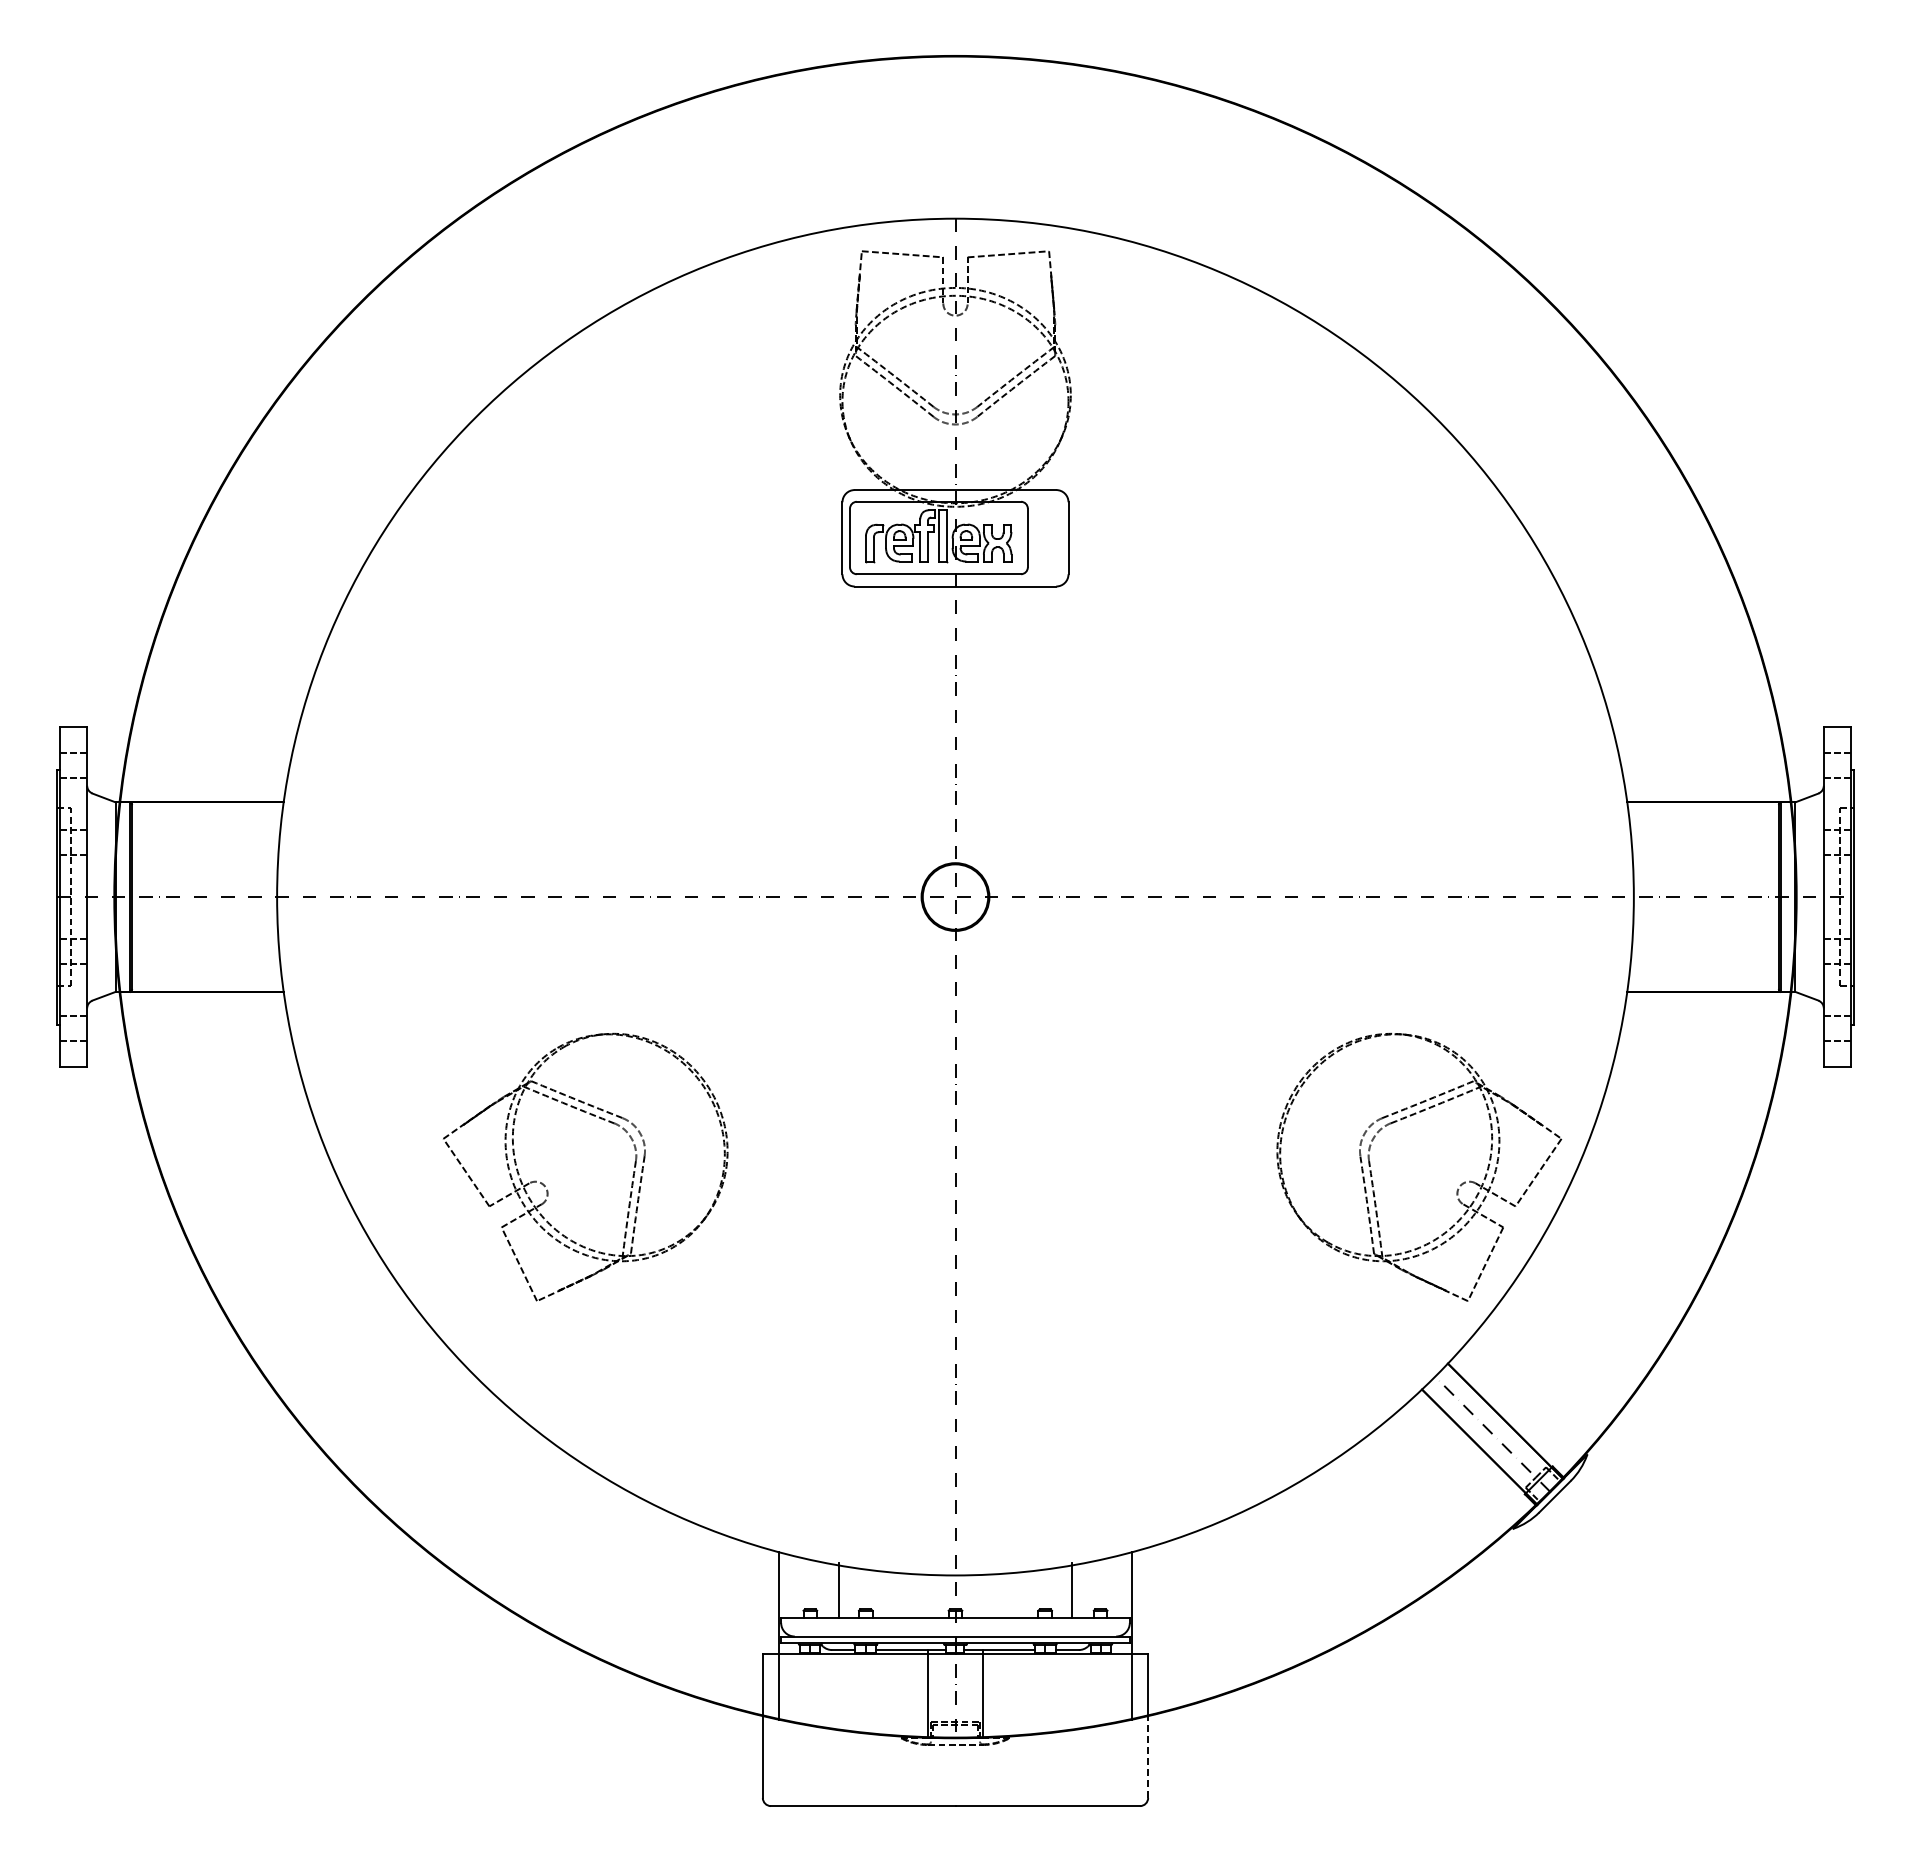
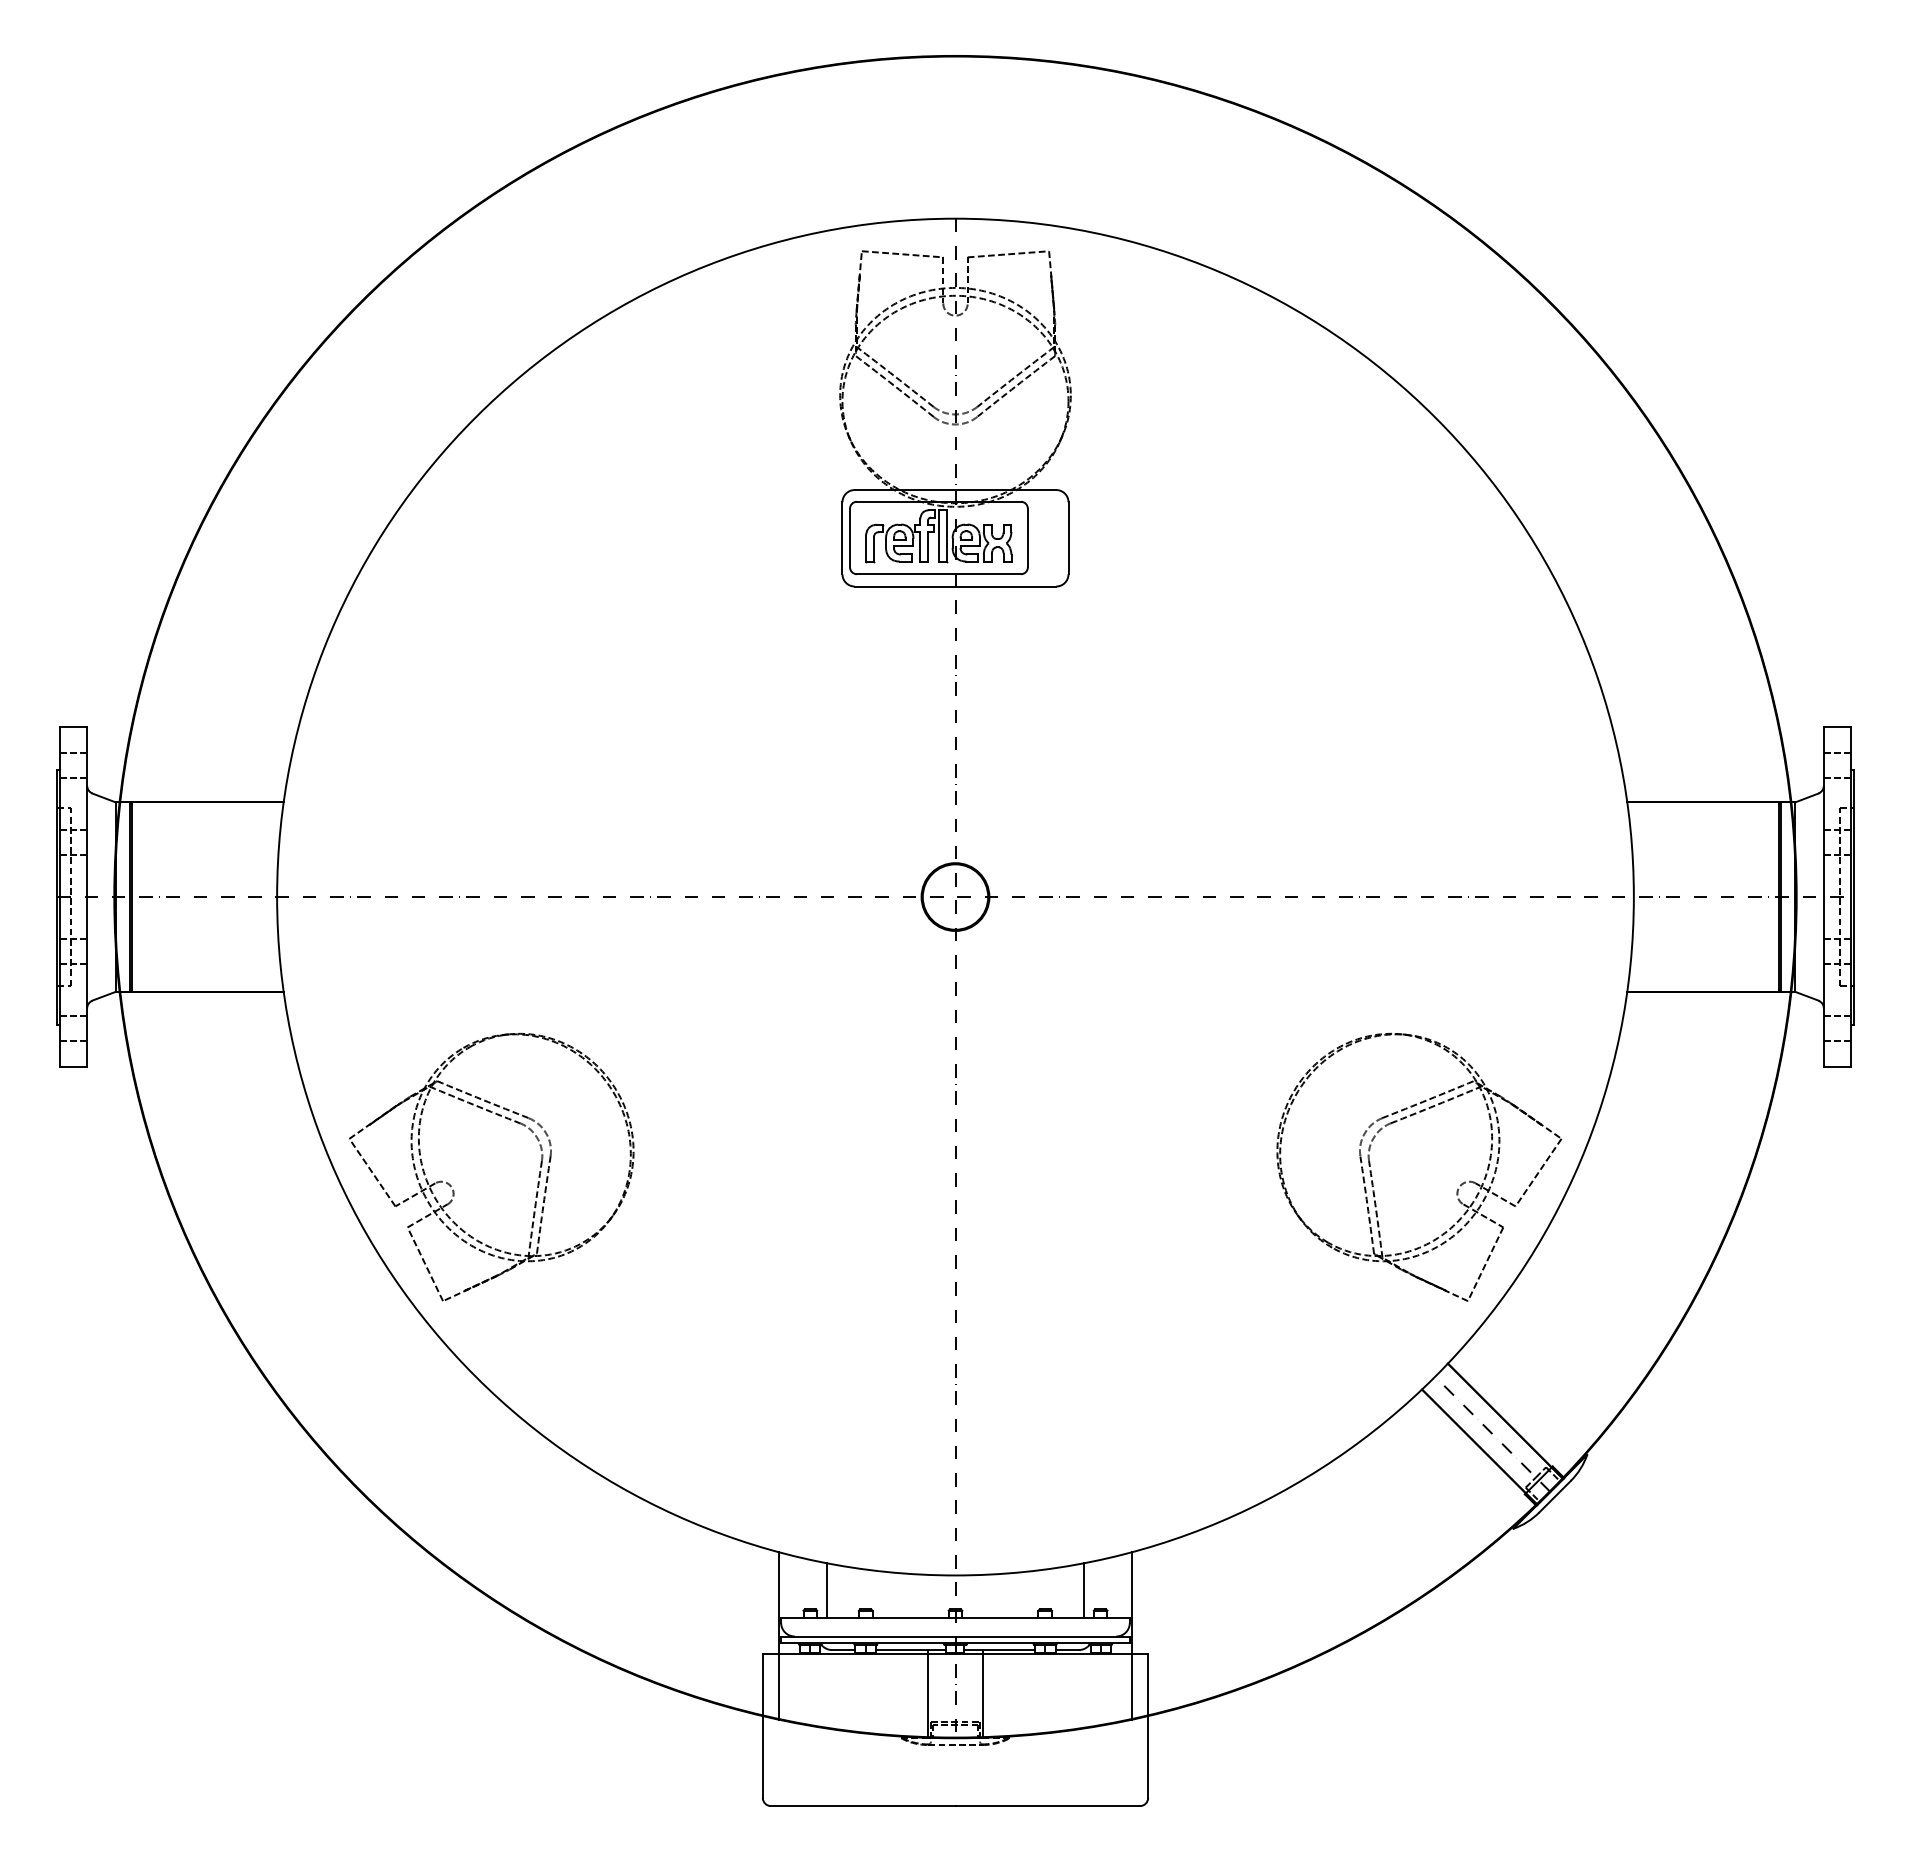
part at (548, 1190) position: (548, 1190) -> (454, 1190)
line at (838, 1590) position: (838, 1590) -> (826, 1590)
line at (1072, 1590) position: (1072, 1590) -> (1084, 1590)
line at (1148, 1756): dashed -> solid
